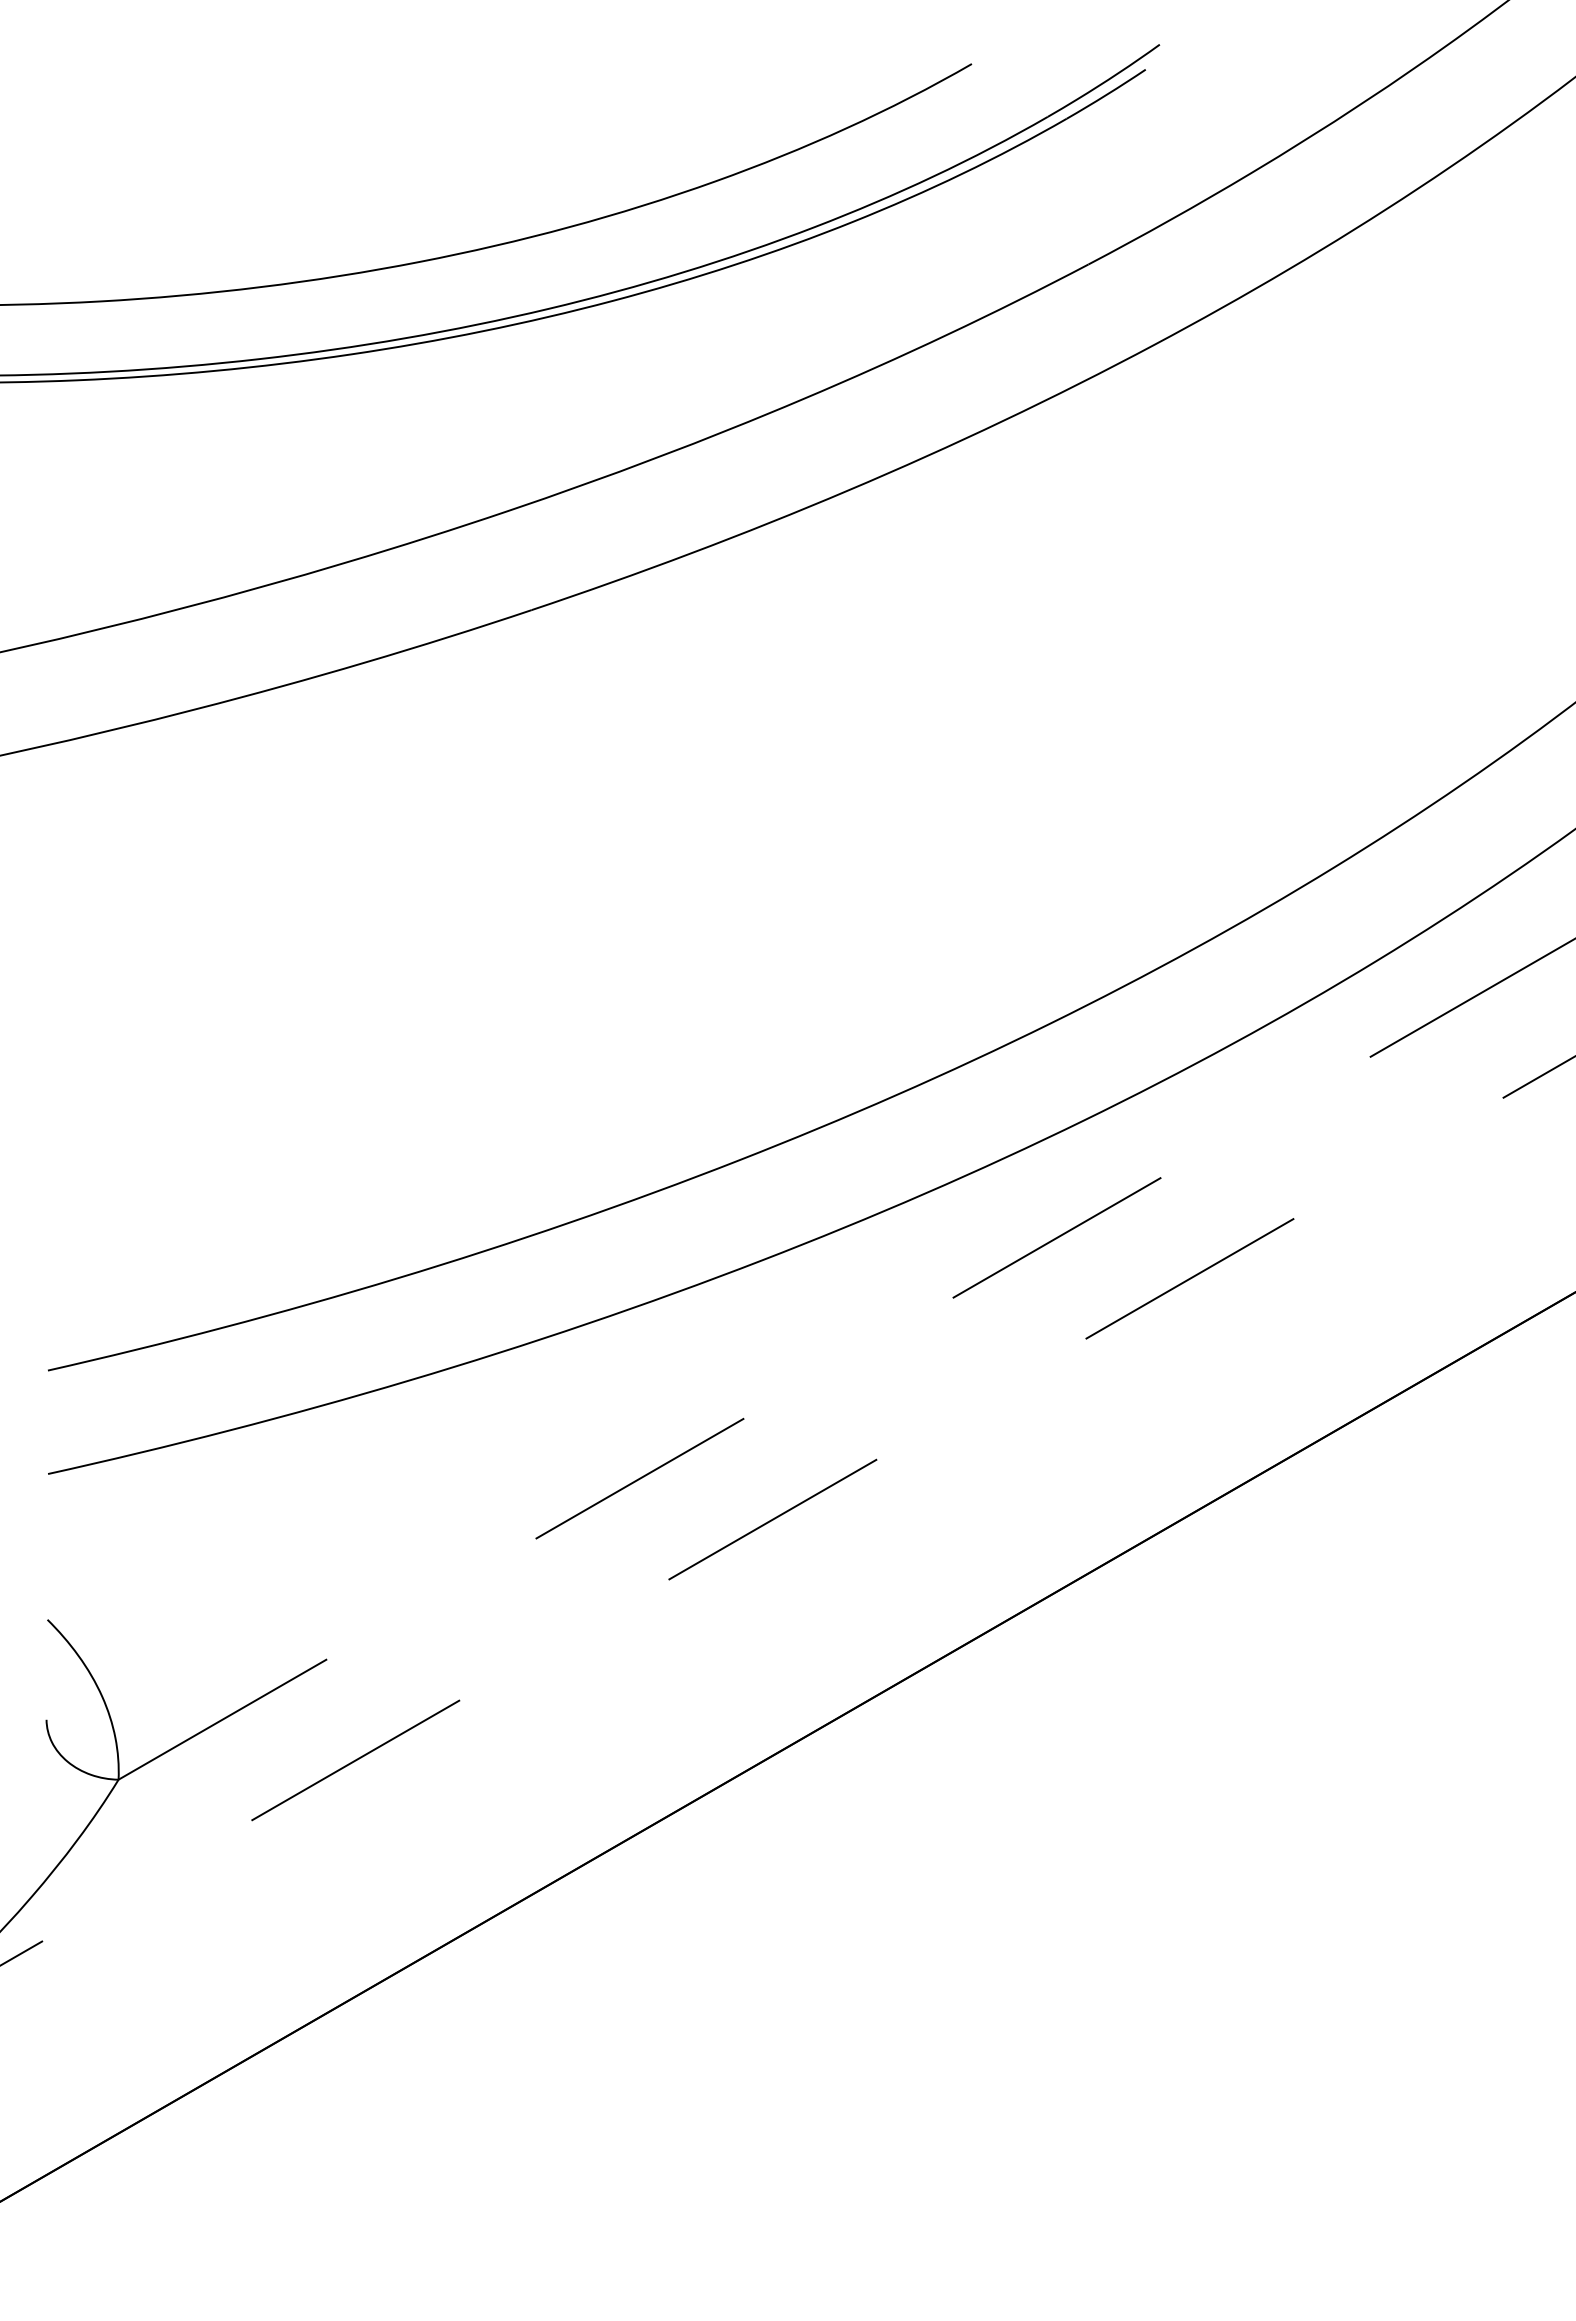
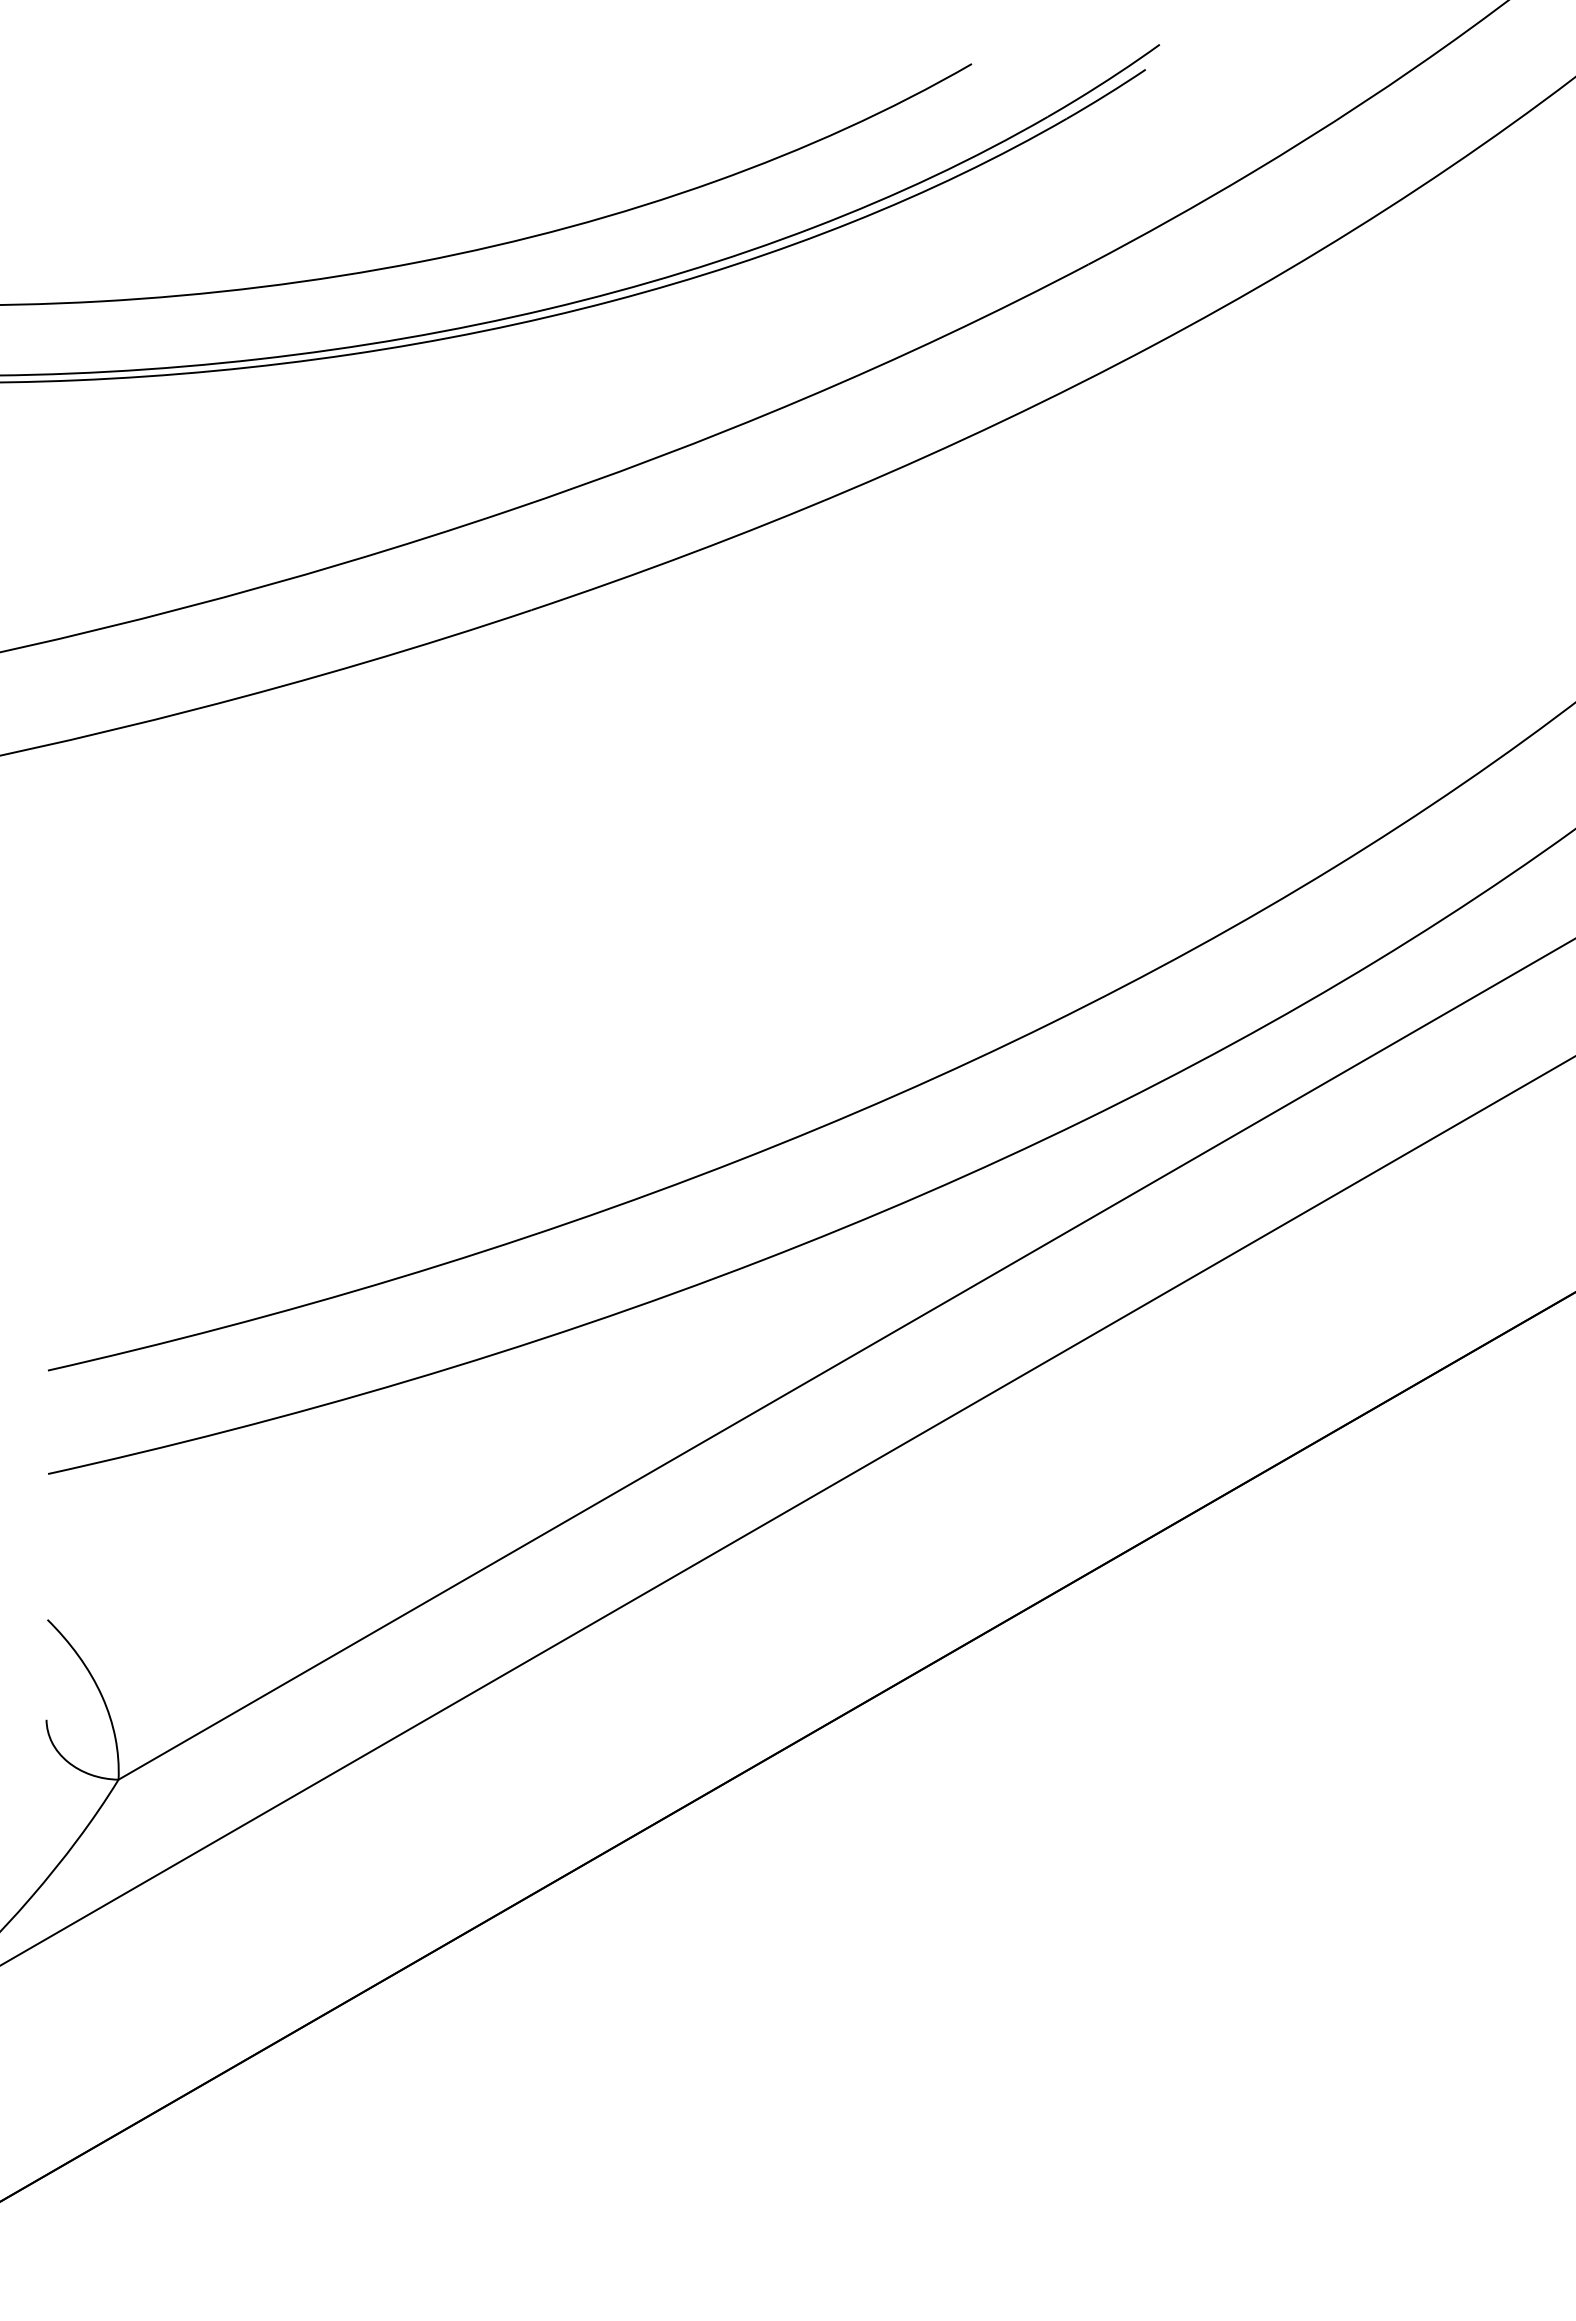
line at (847, 1358): dashed -> solid
line at (787, 1511): dashed -> solid
